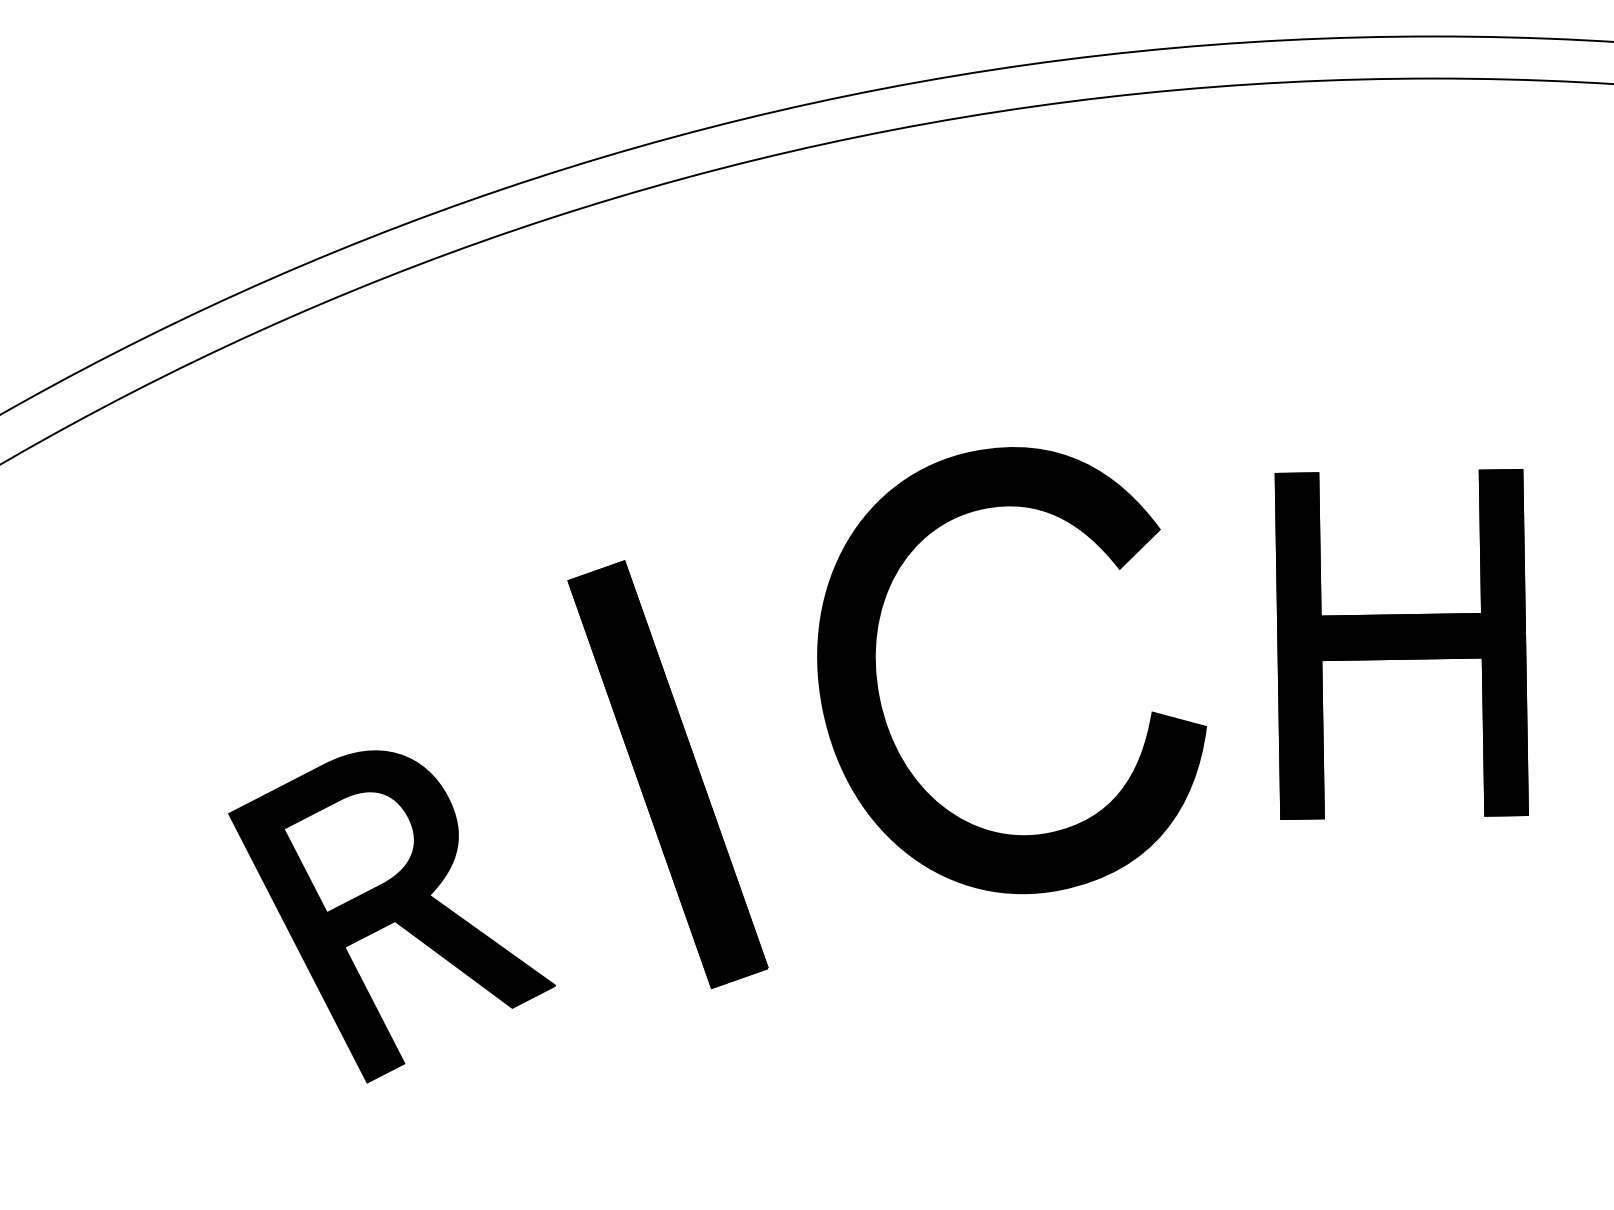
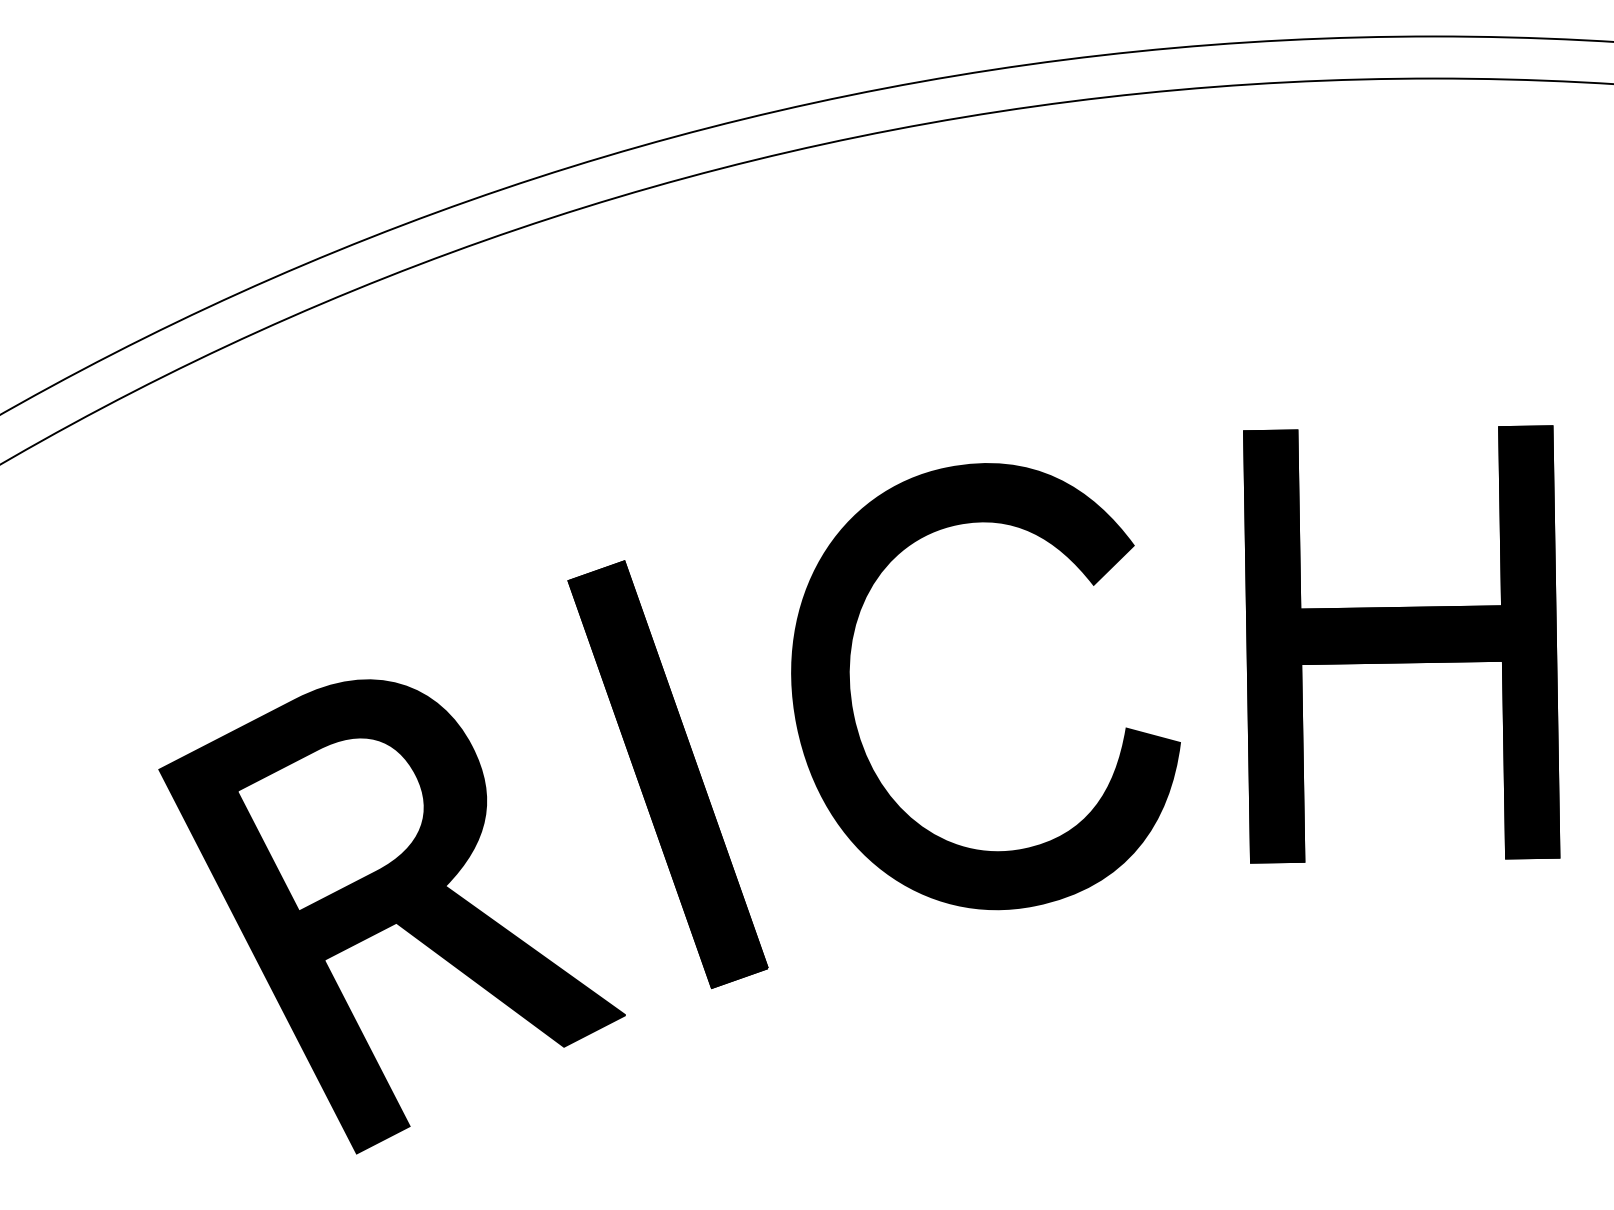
part at (1401, 644) size: 255x351 px -> 318x439 px
part at (879, 694) position: (879, 694) -> (853, 710)
part at (391, 916) size: 328x334 px -> 468x476 px
